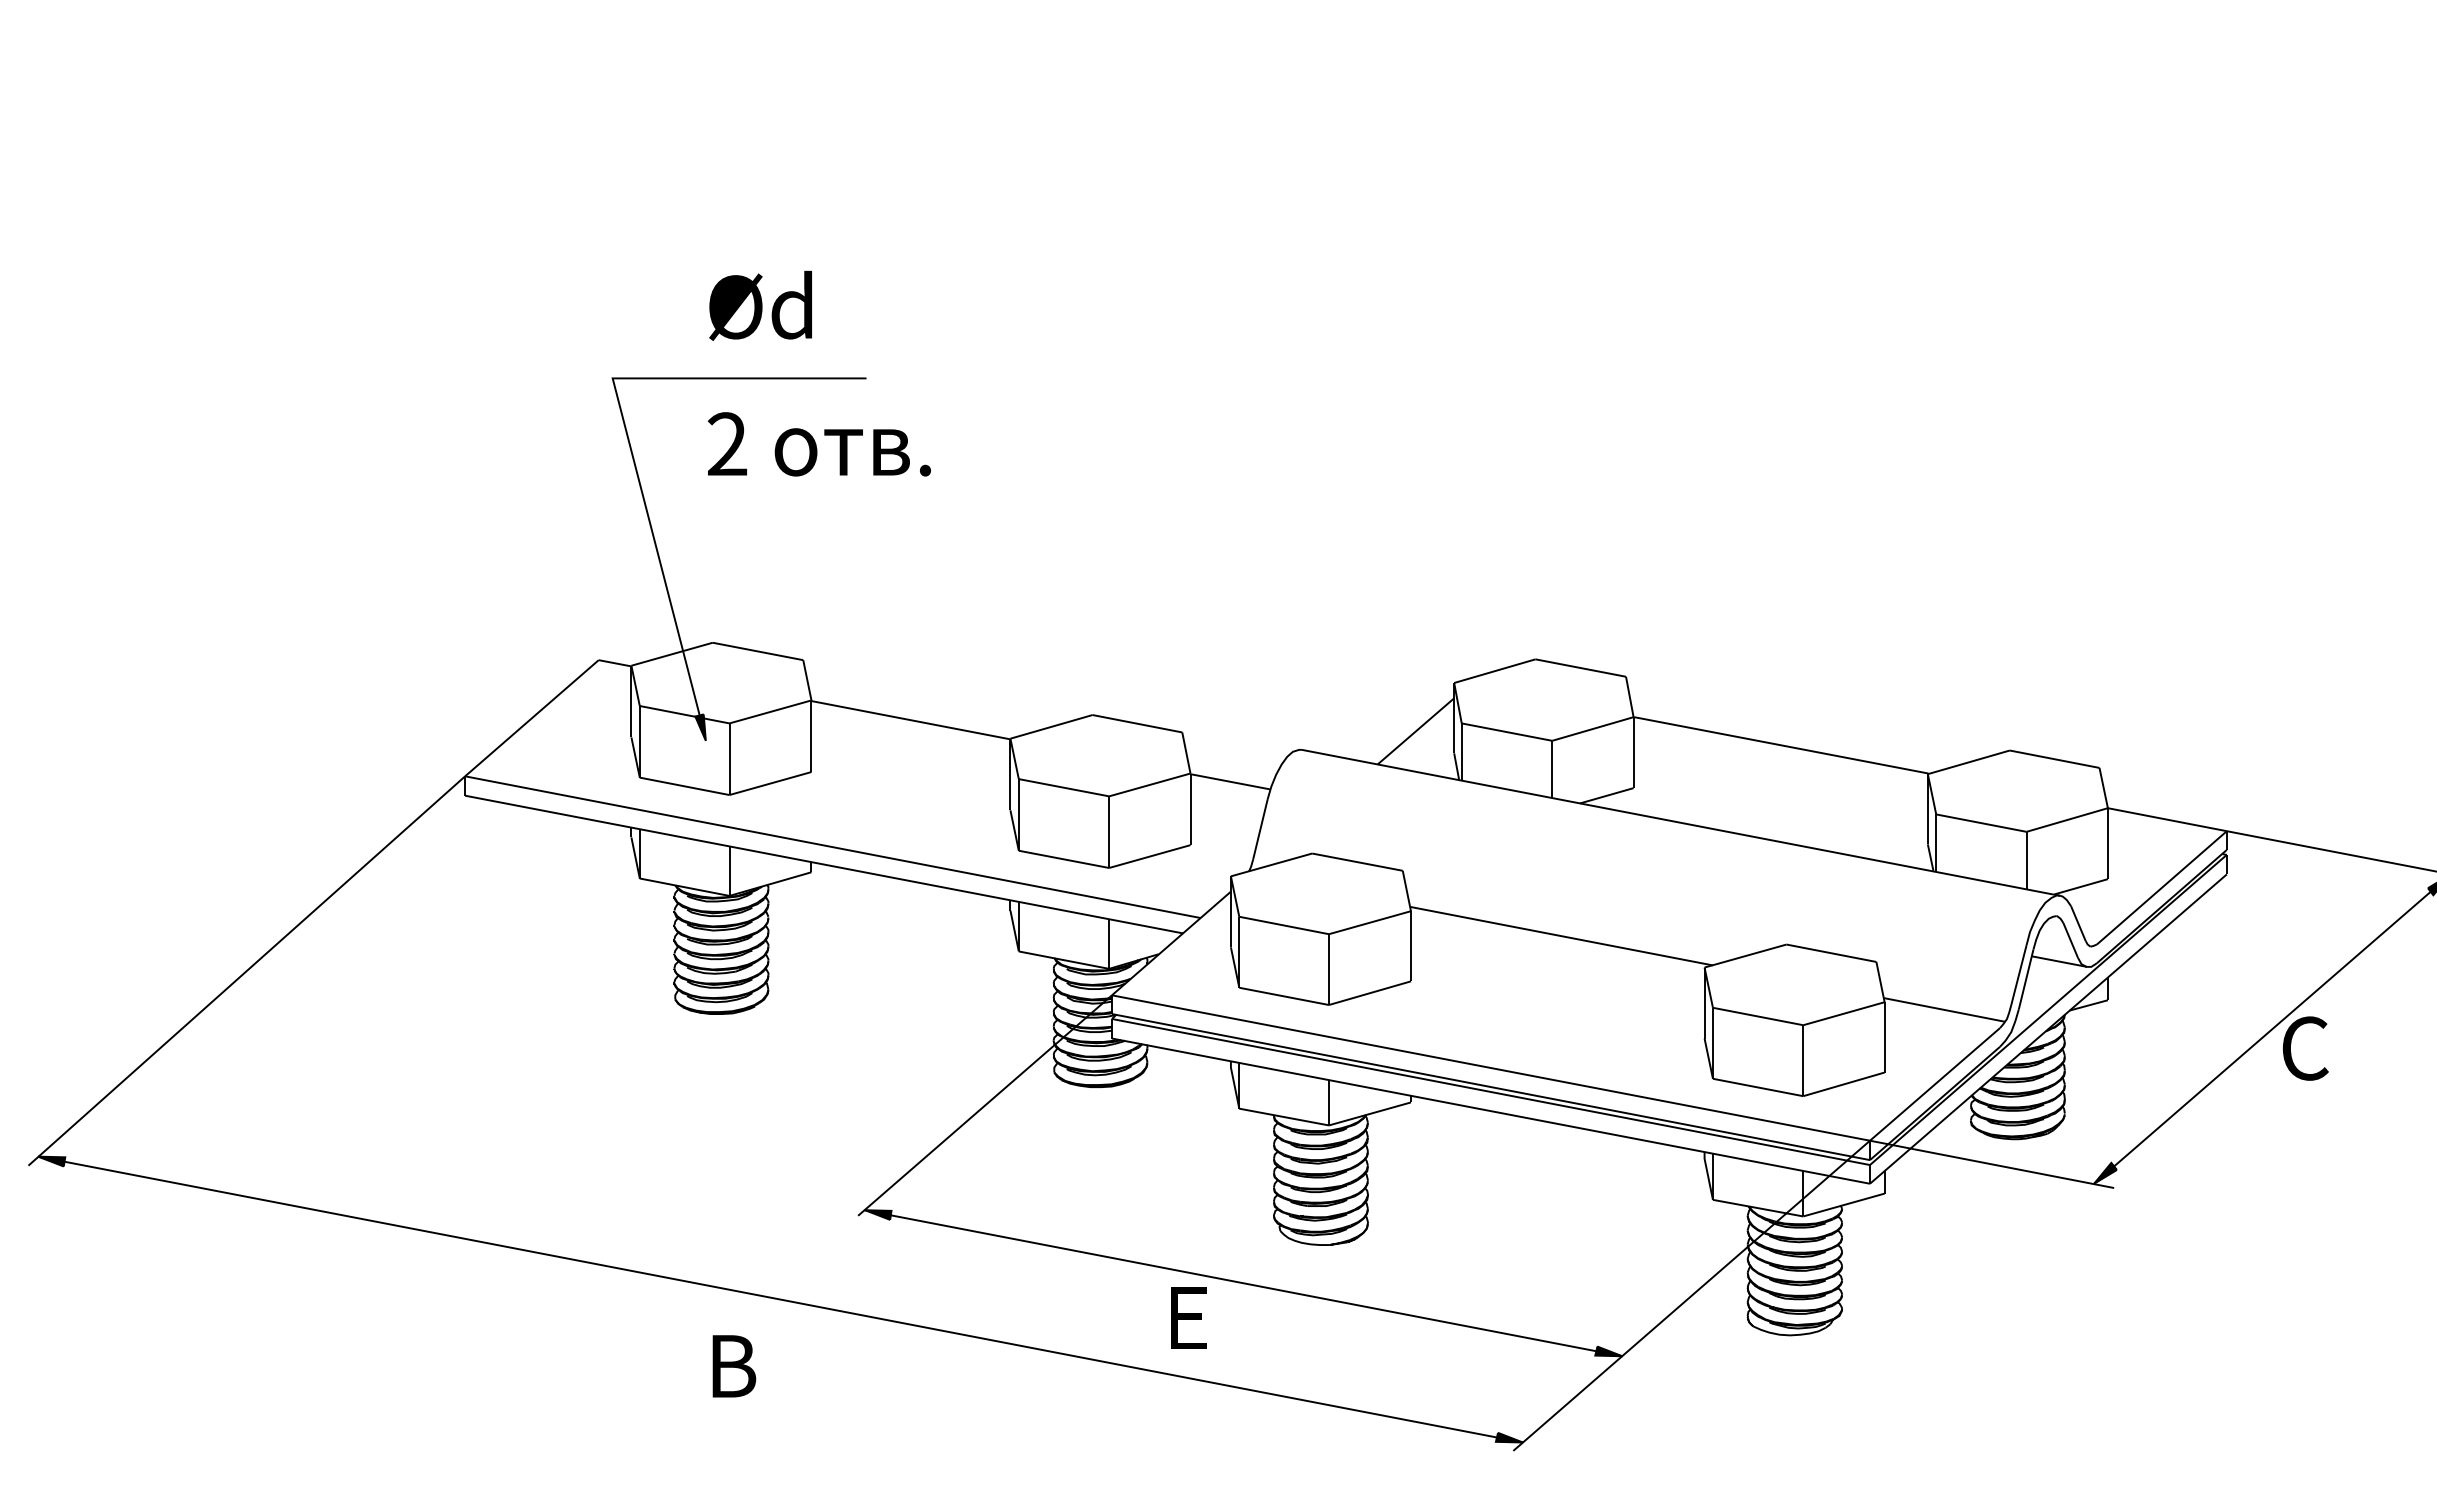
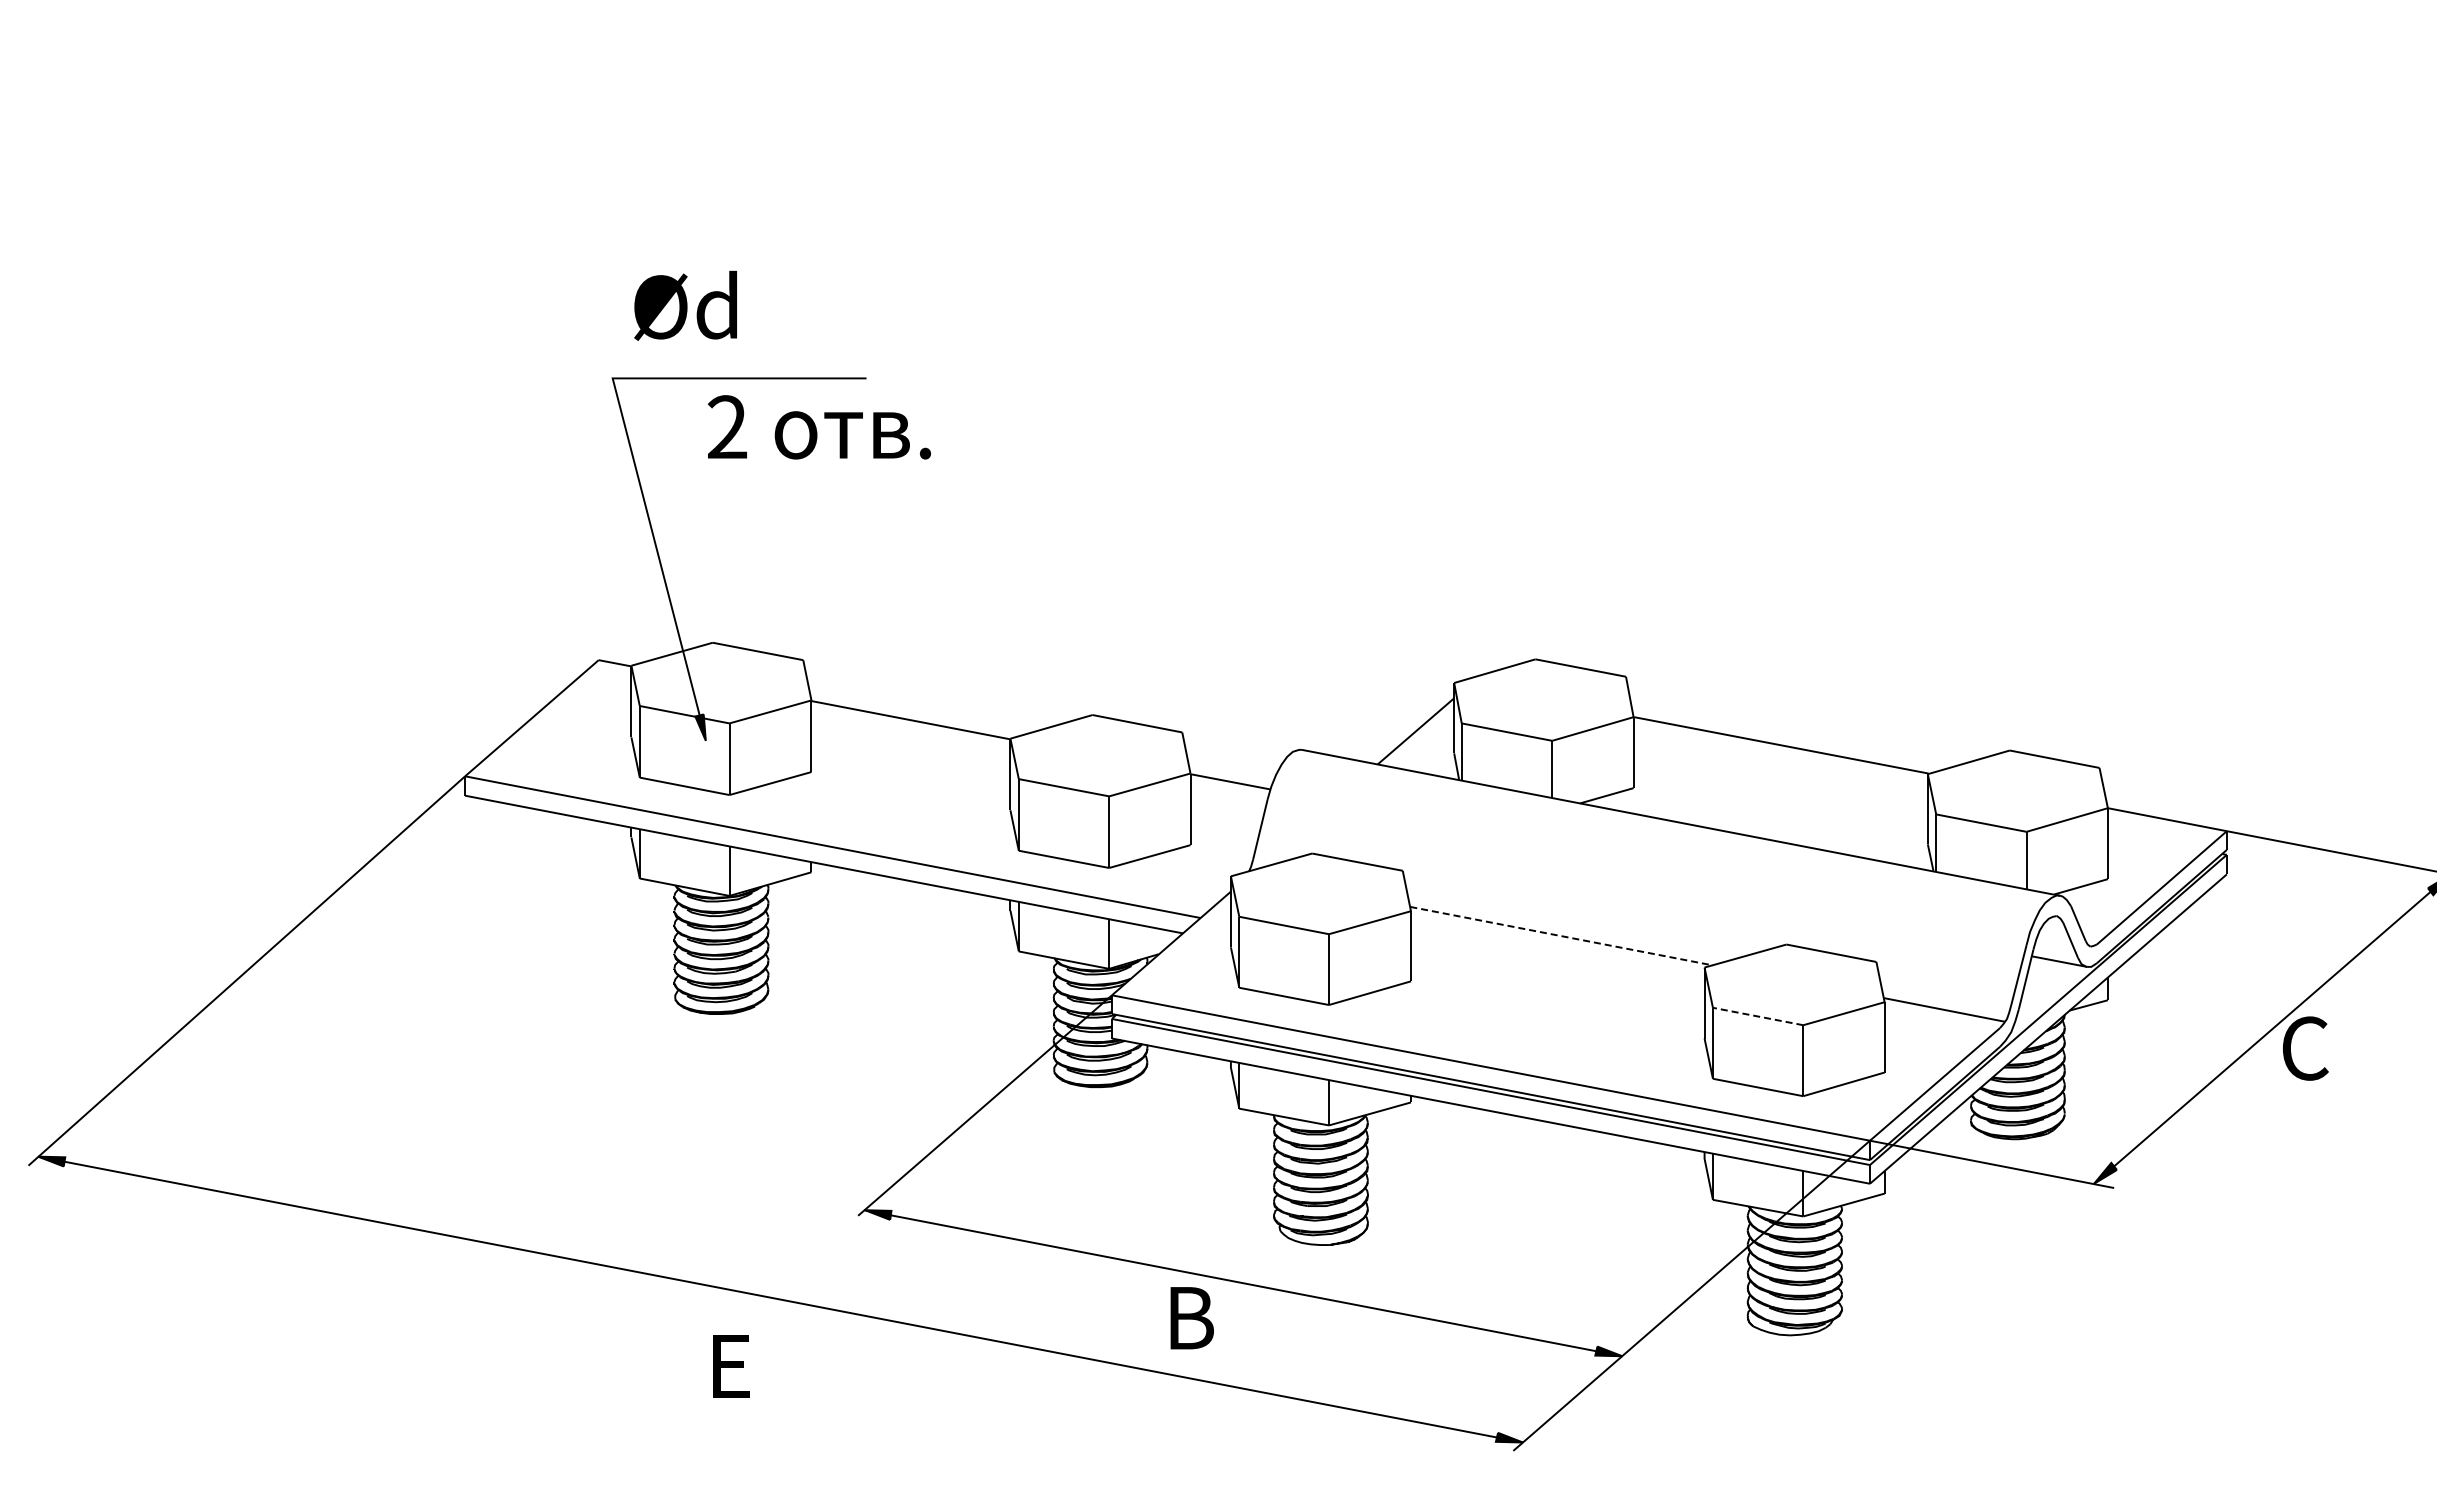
text at (760, 305) position: (760, 305) -> (685, 305)
text at (818, 444) position: (818, 444) -> (818, 427)
line at (1562, 936): solid -> dashed
line at (1757, 1016): solid -> dashed
text at (1191, 1318): E -> B
text at (734, 1366): B -> E
